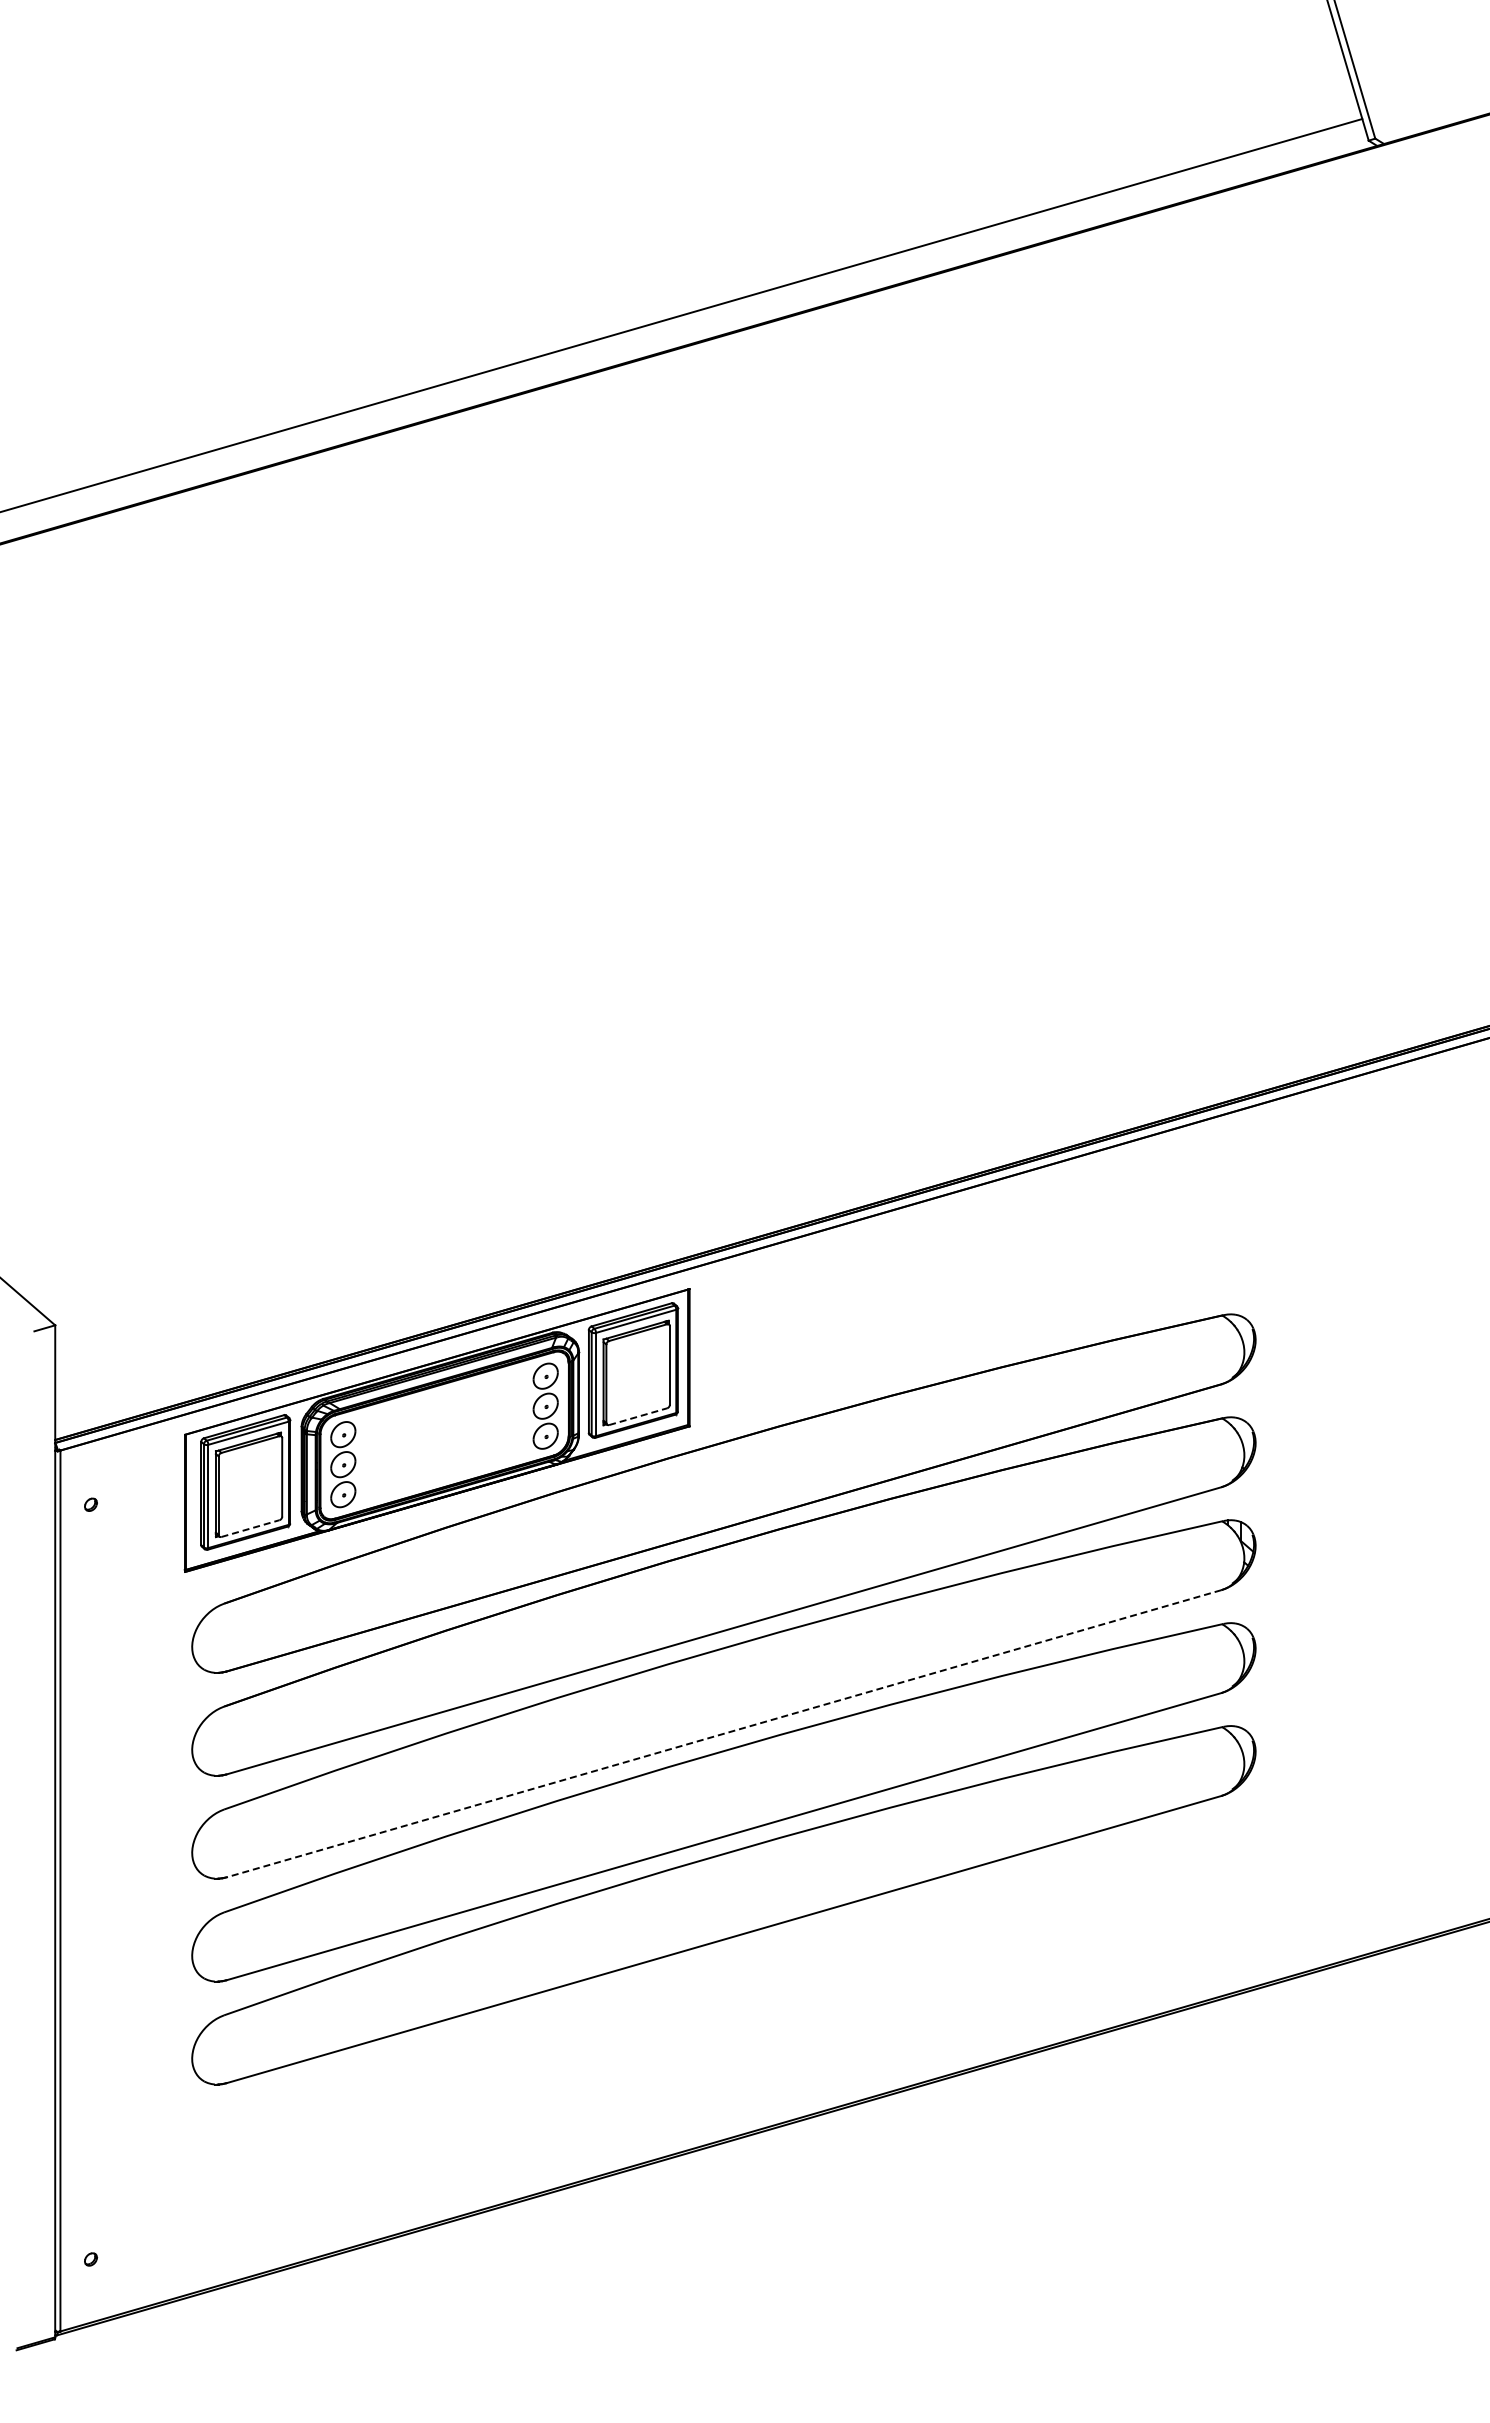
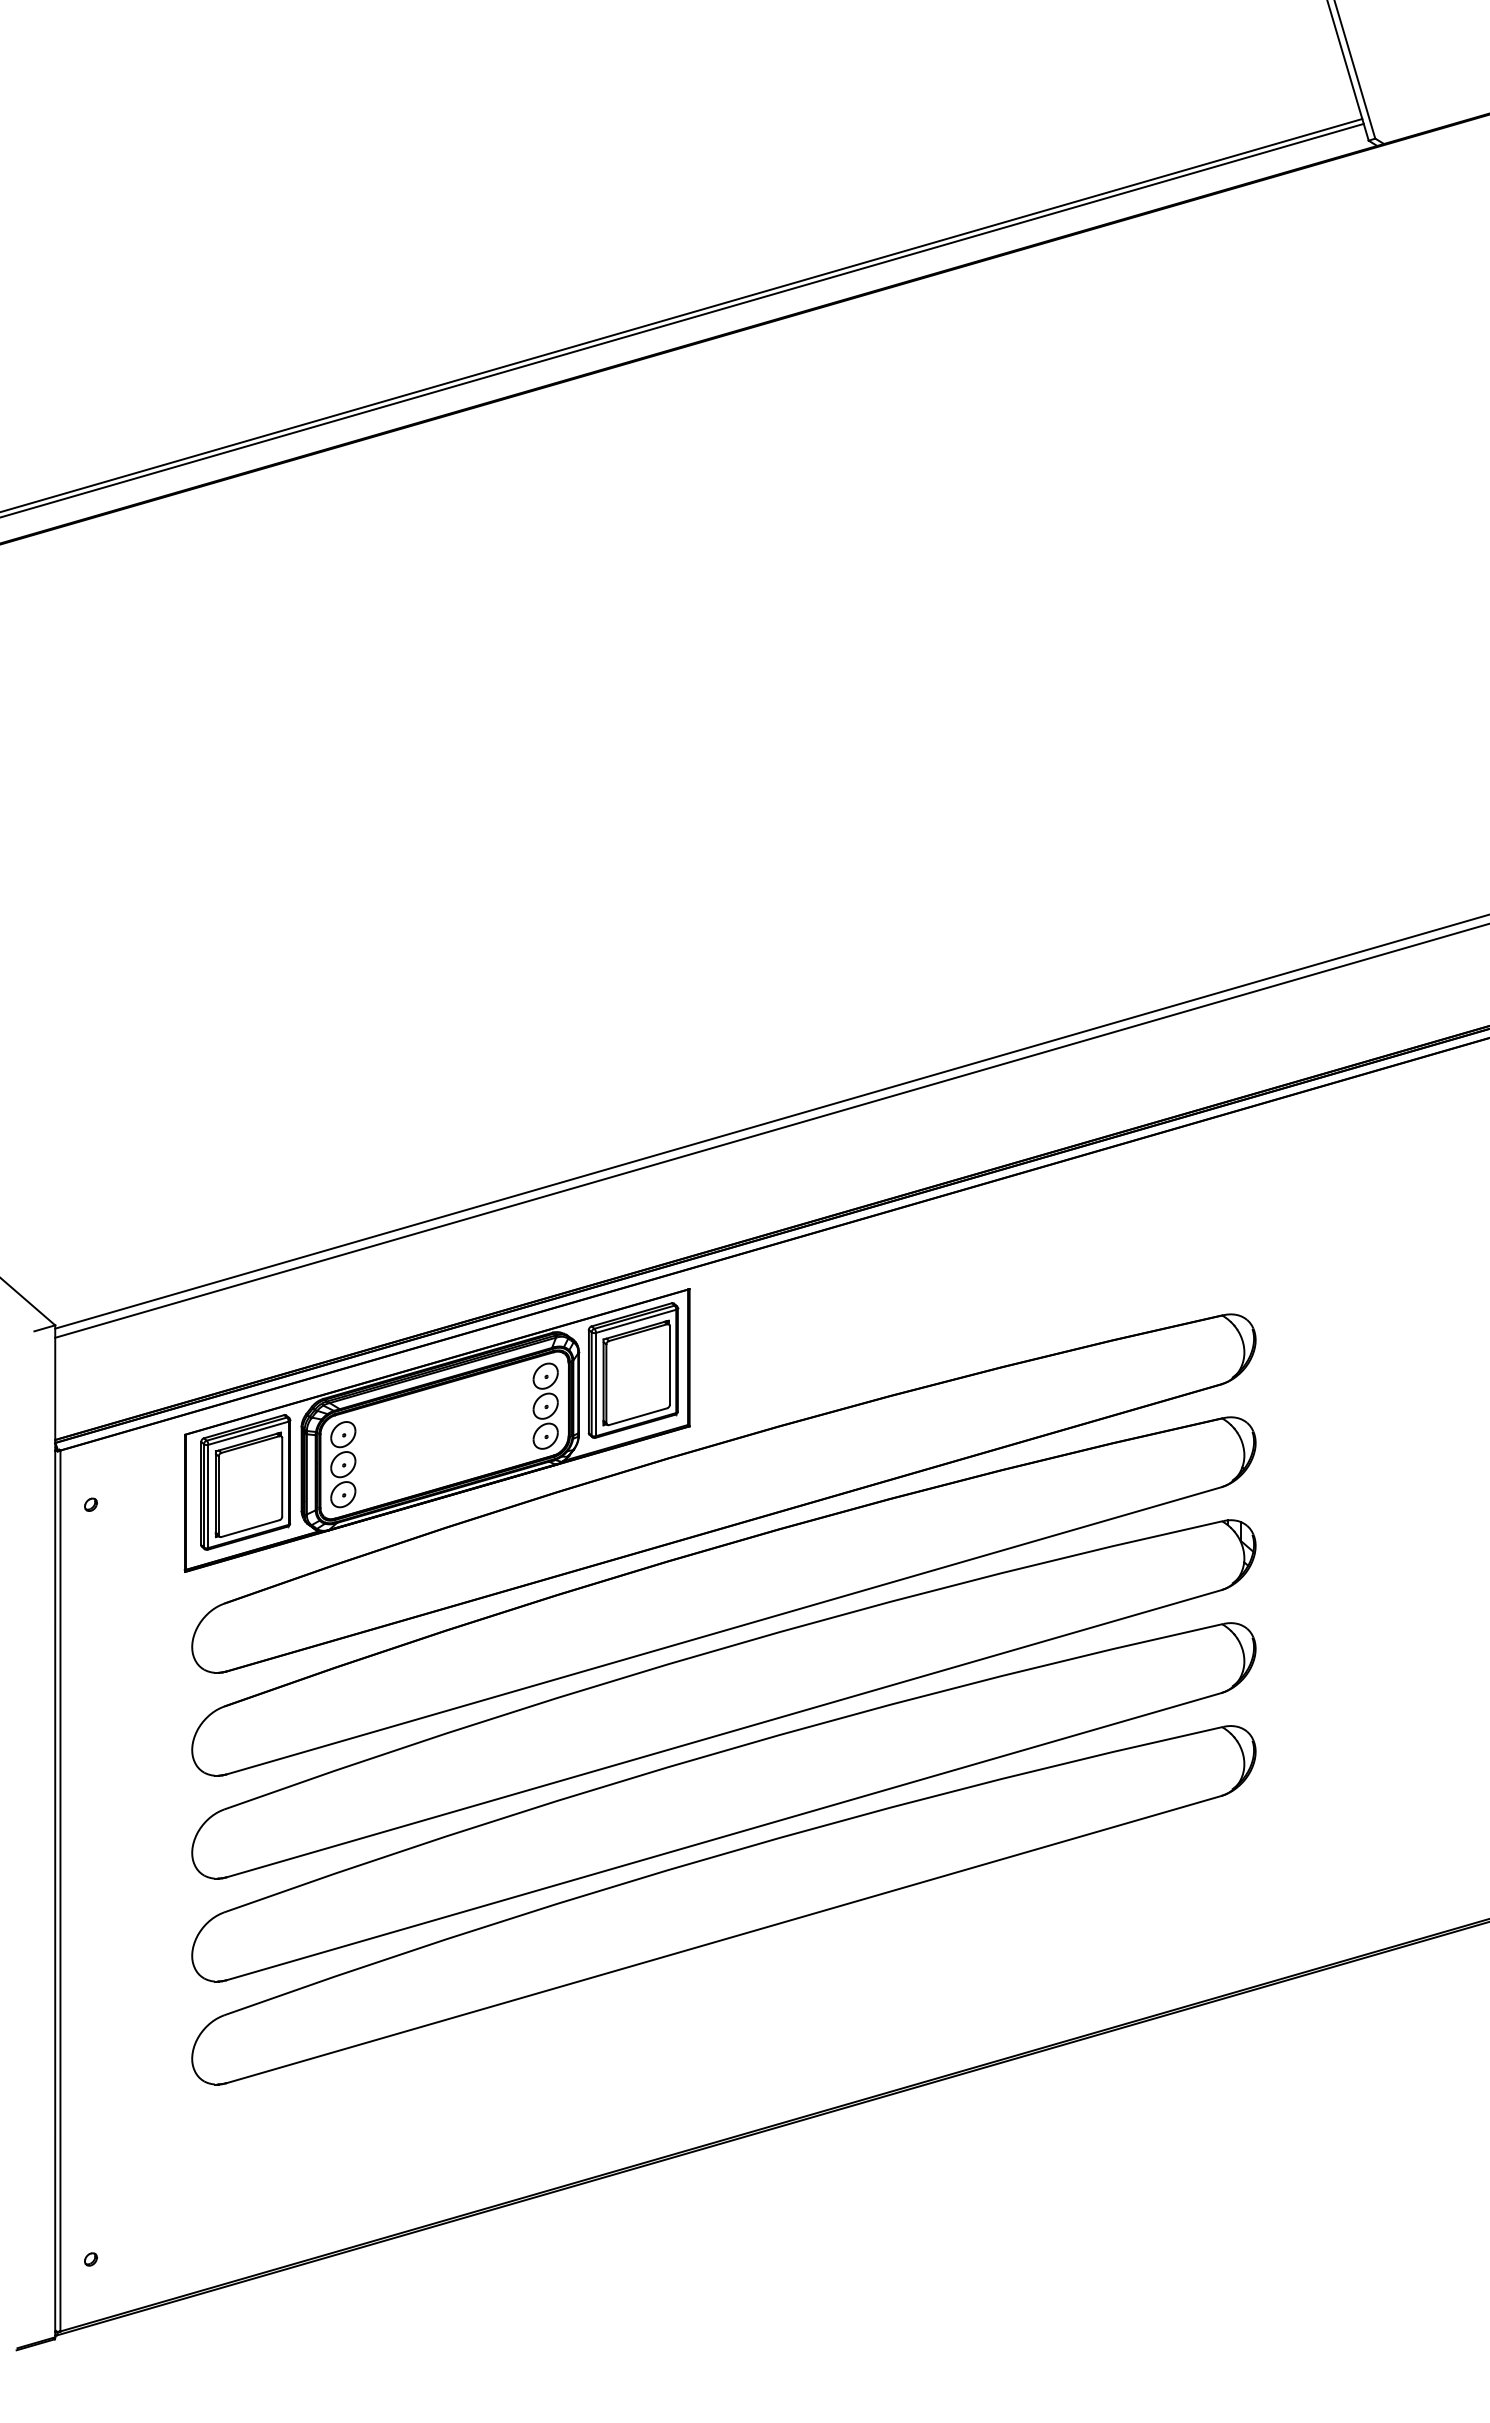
line at (682, 320): none -> present
line at (770, 1121): none -> present
line at (770, 1130): none -> present
line at (638, 1416): dashed -> solid
line at (250, 1528): dashed -> solid
line at (723, 1733): dashed -> solid
